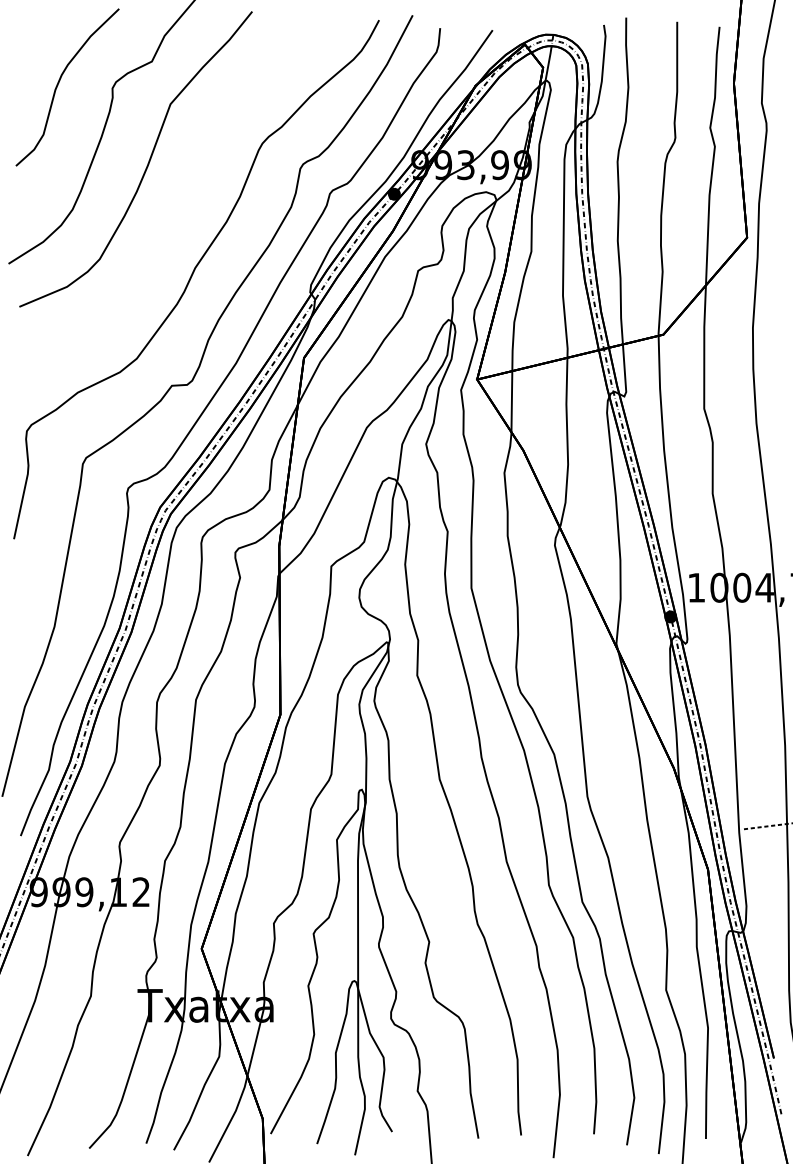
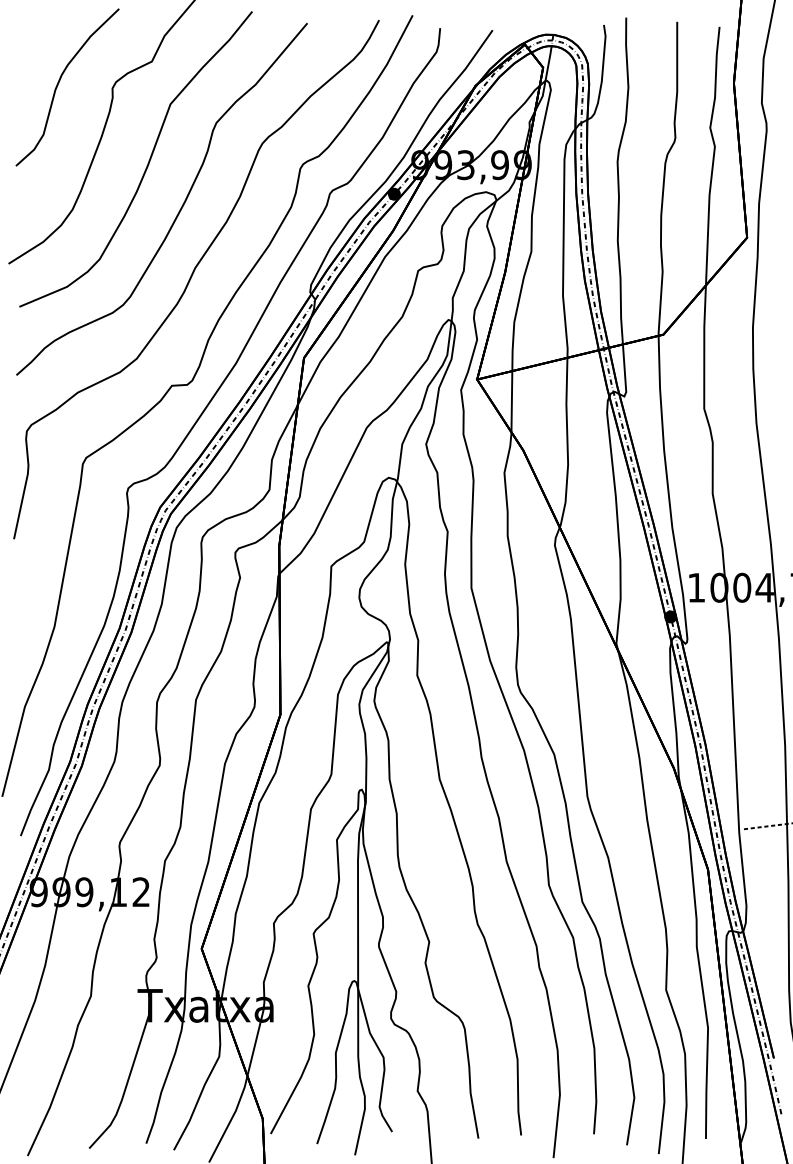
curve at (180, 207): none -> present
